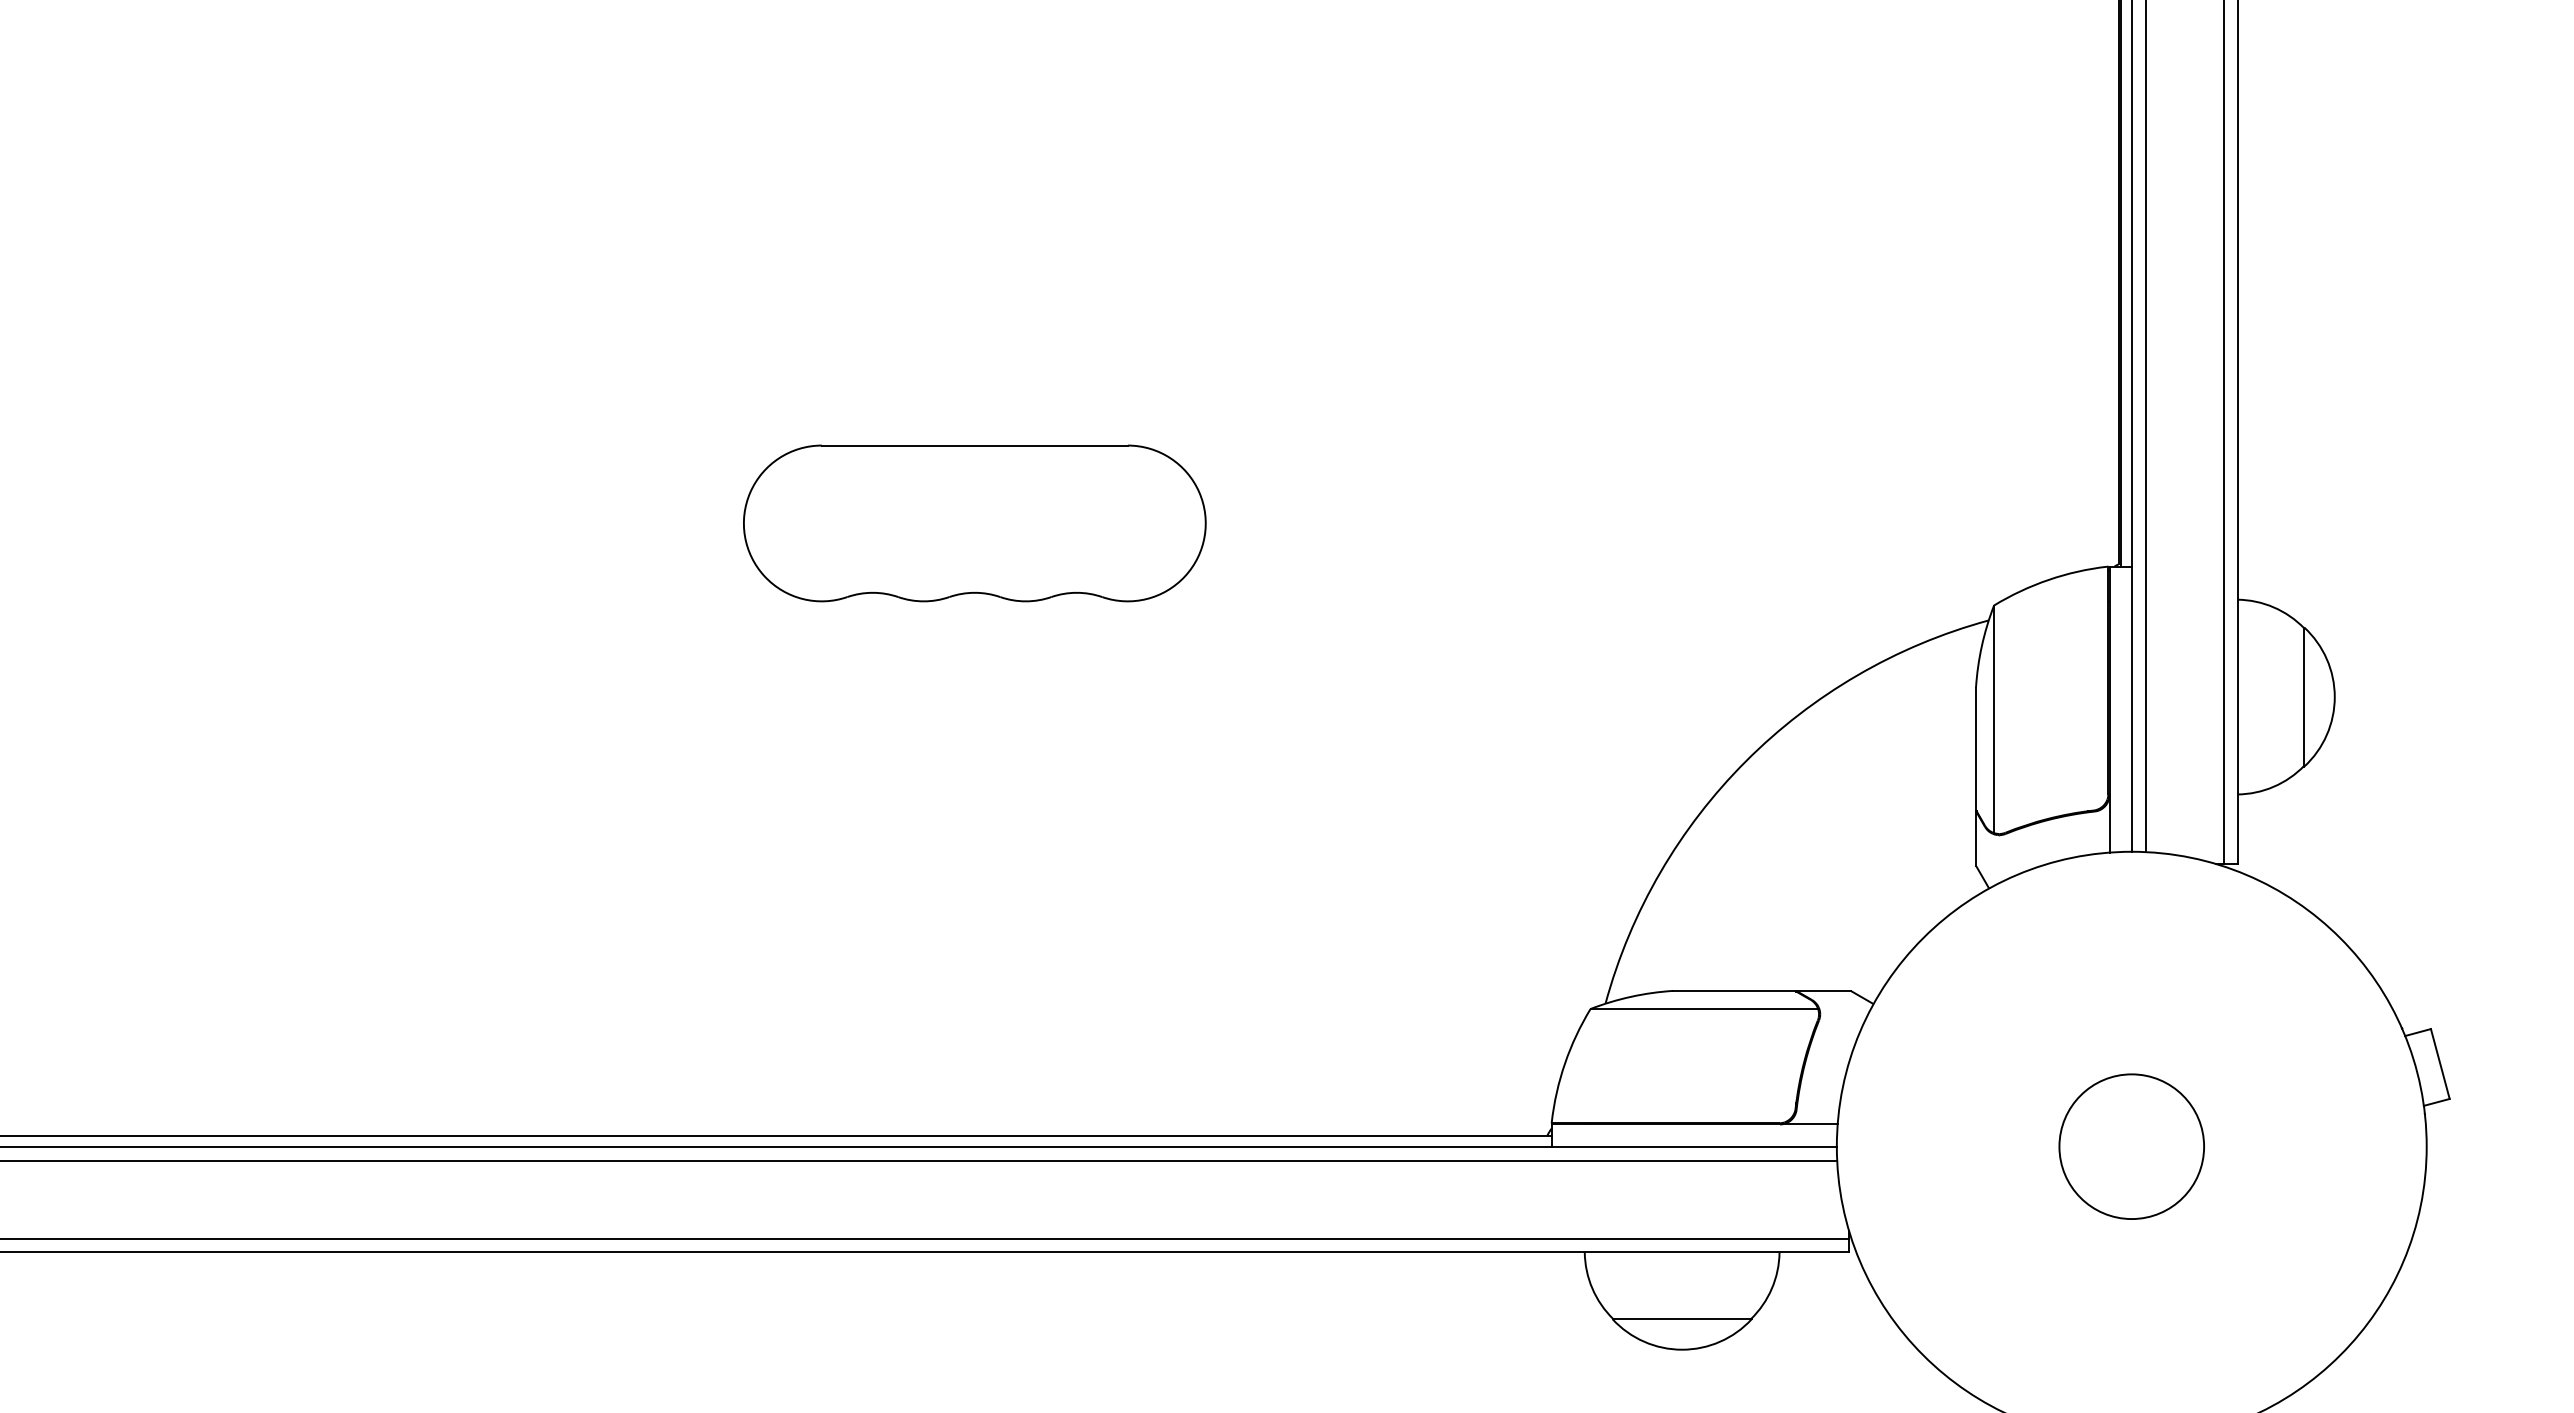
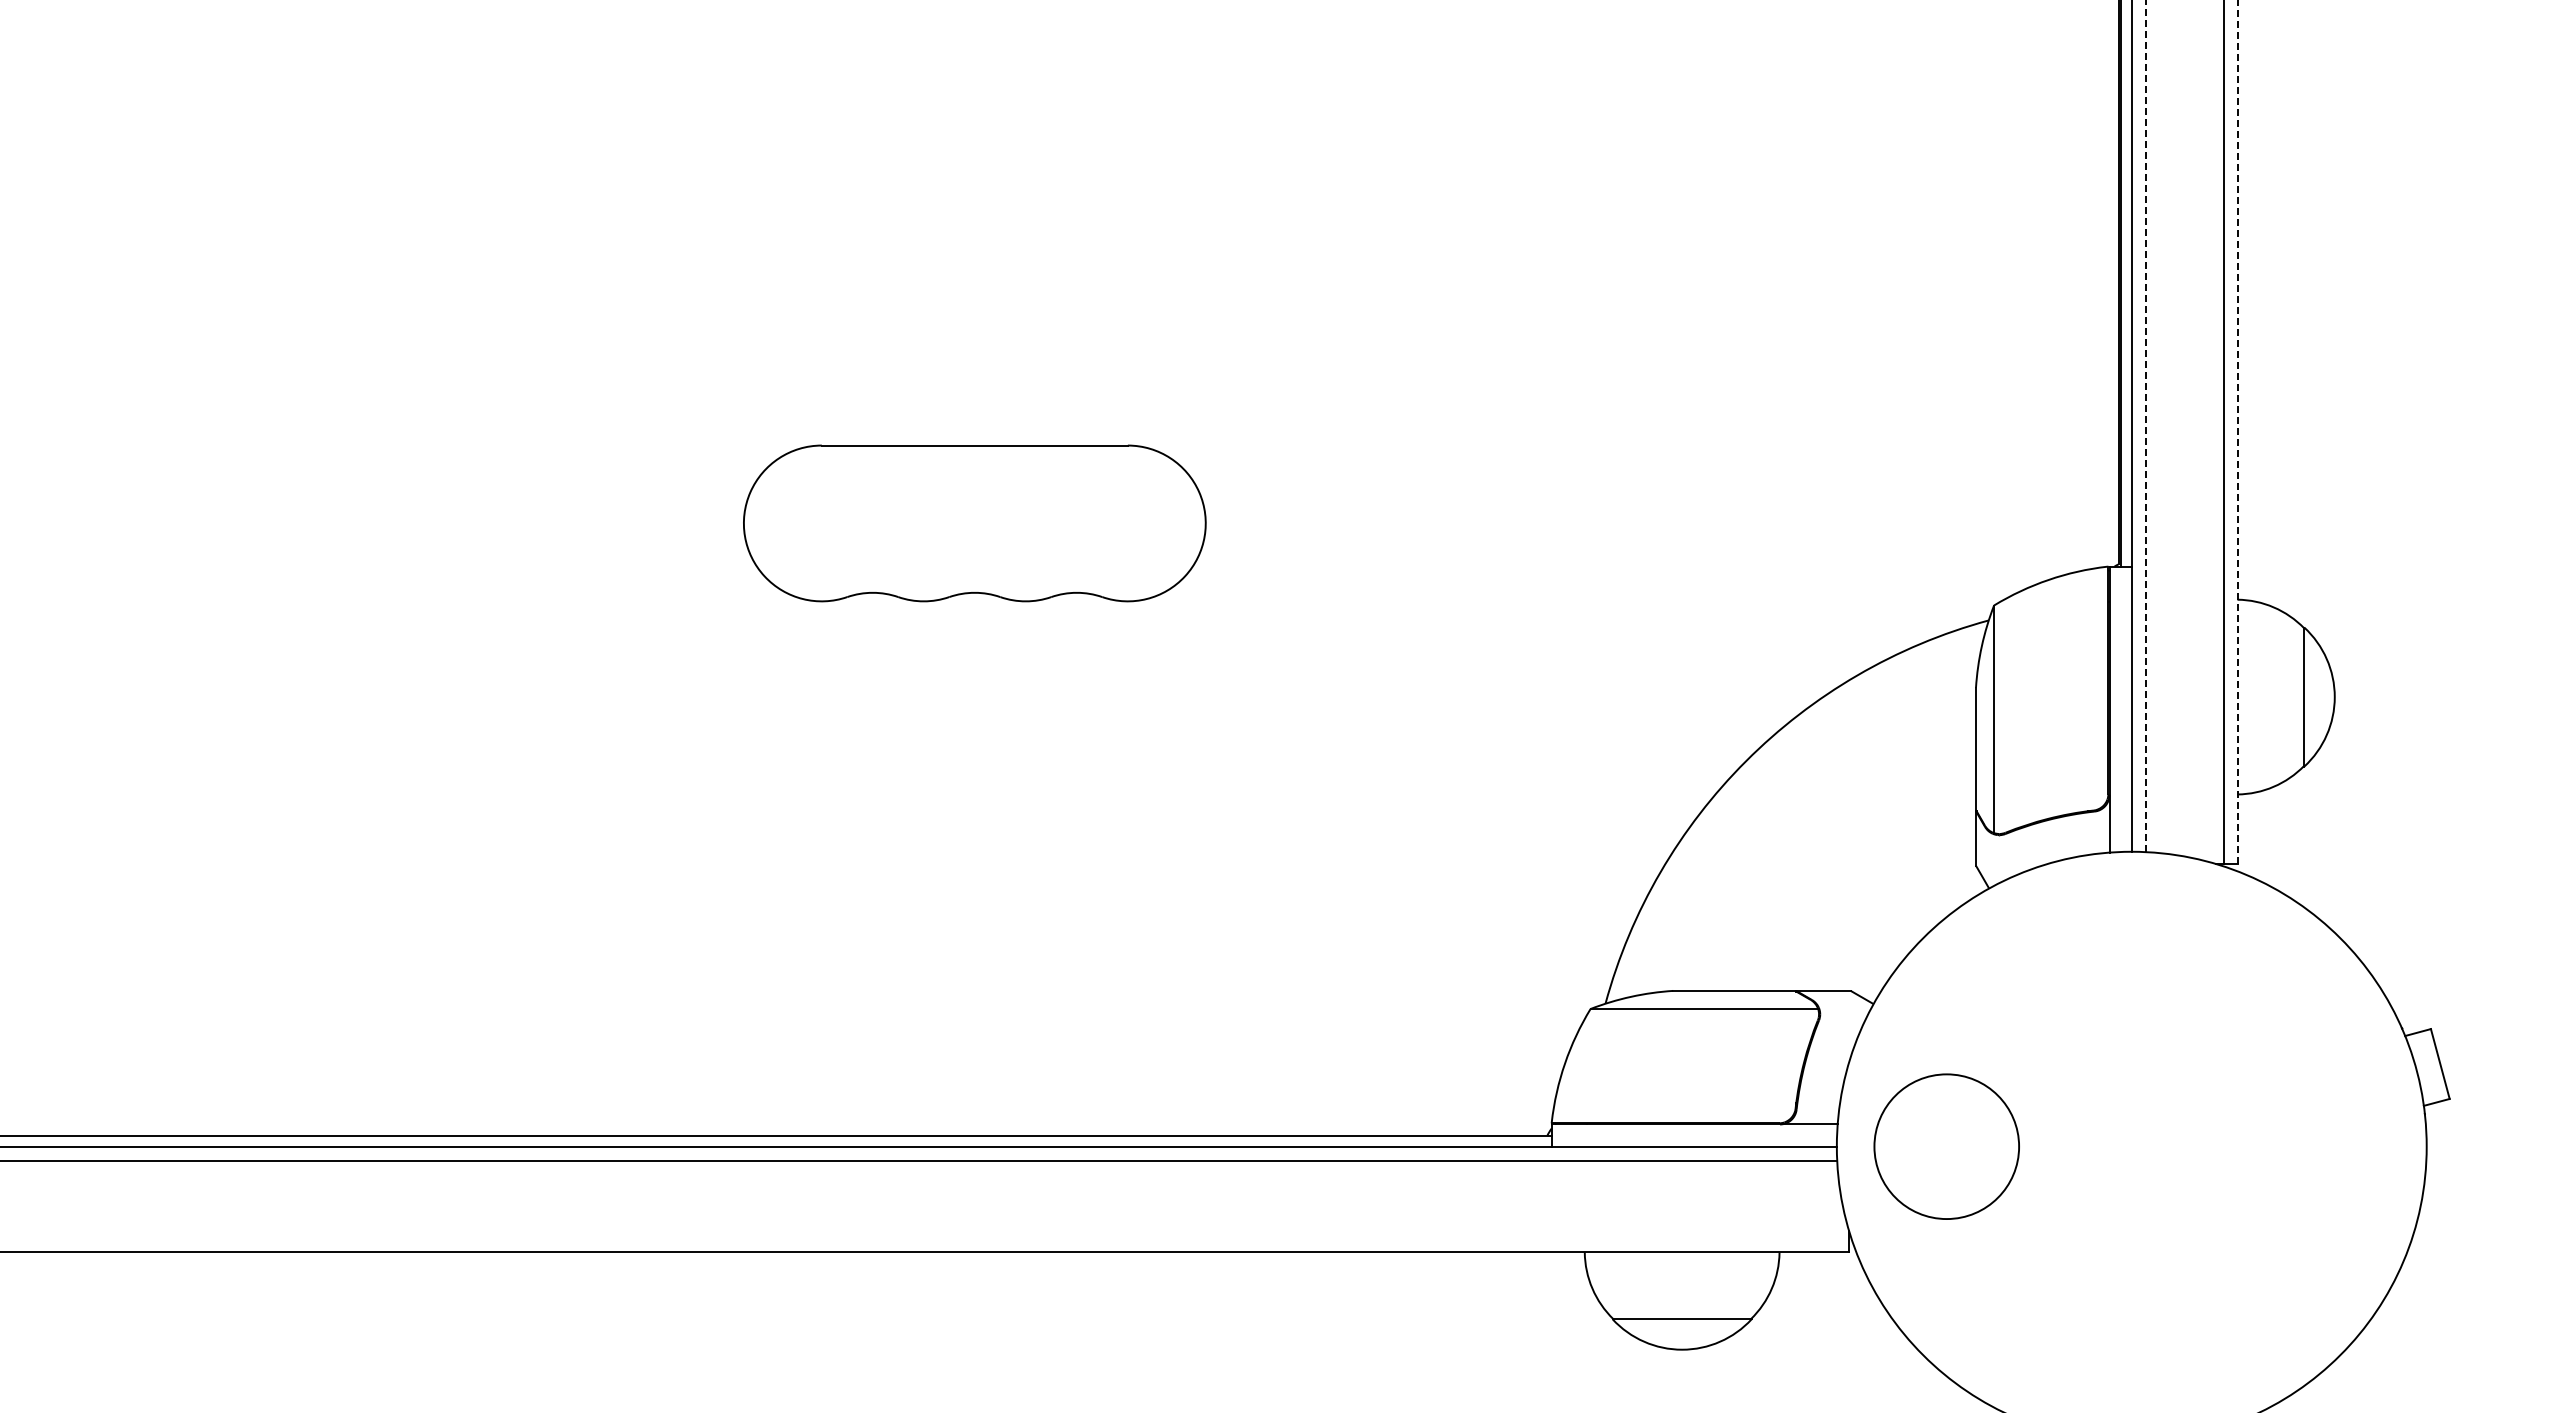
line at (2145, 426): solid -> dashed
line at (2237, 432): solid -> dashed
circle at (2131, 1146) position: (2131, 1146) -> (1946, 1146)
line at (925, 1238): present -> none
